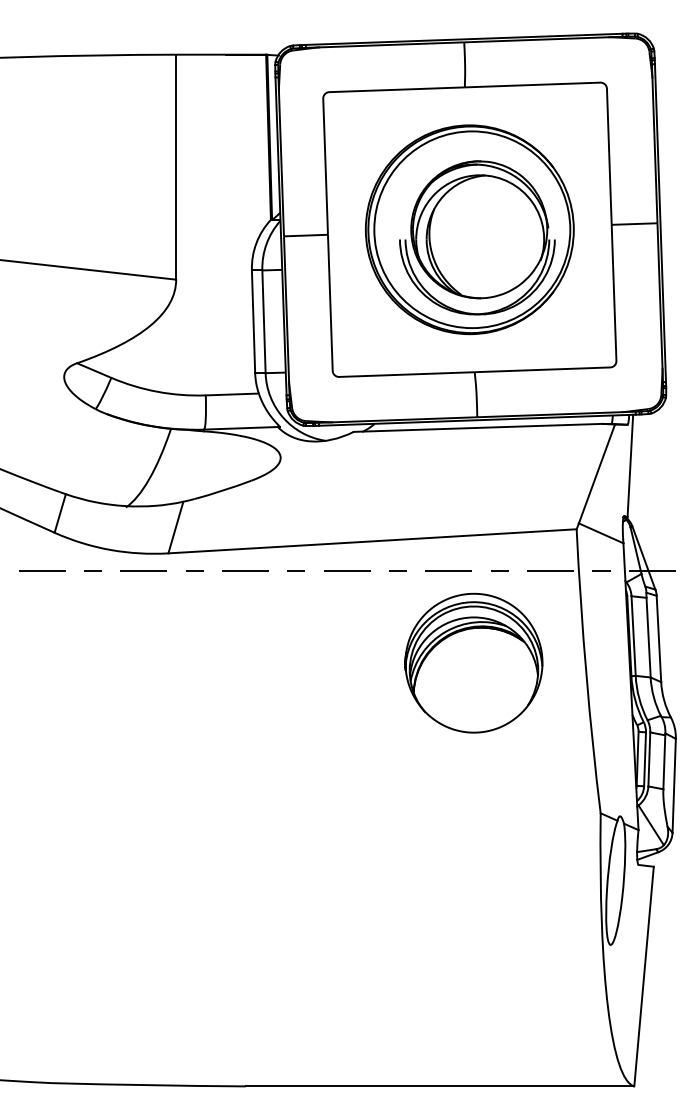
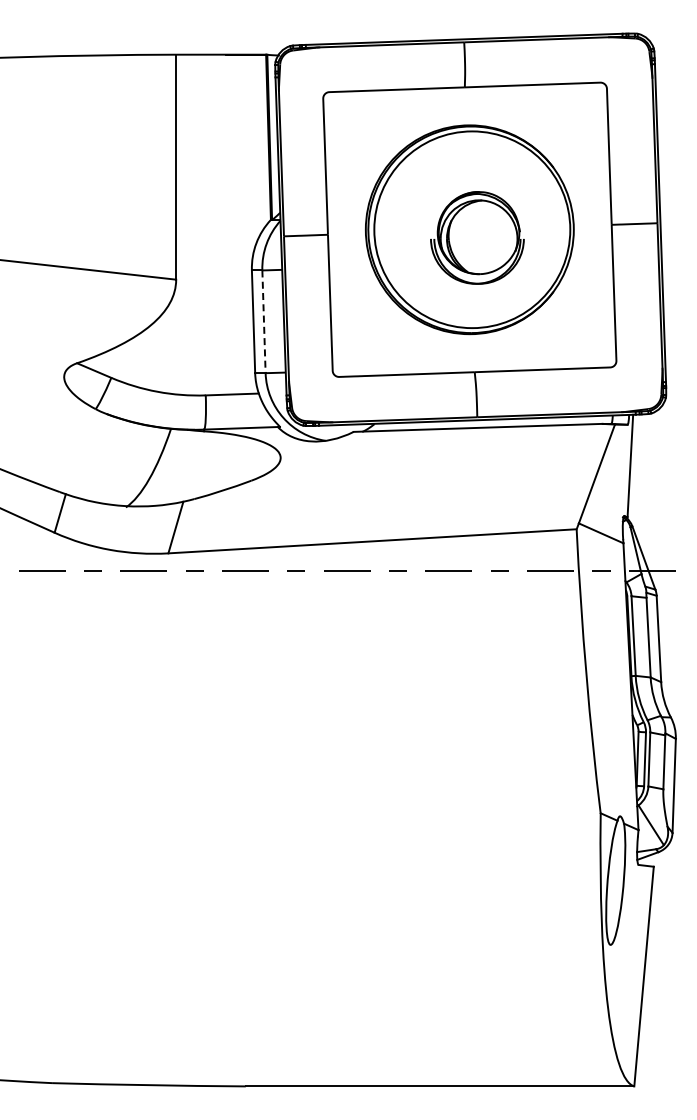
part at (477, 237) size: 157x156 px -> 95x94 px
line at (264, 322): solid -> dashed
part at (473, 662): present -> none
